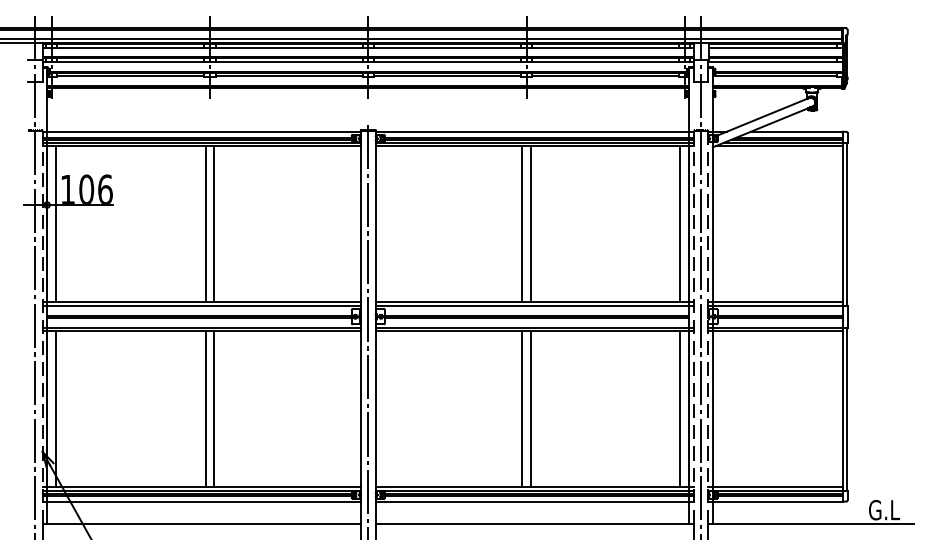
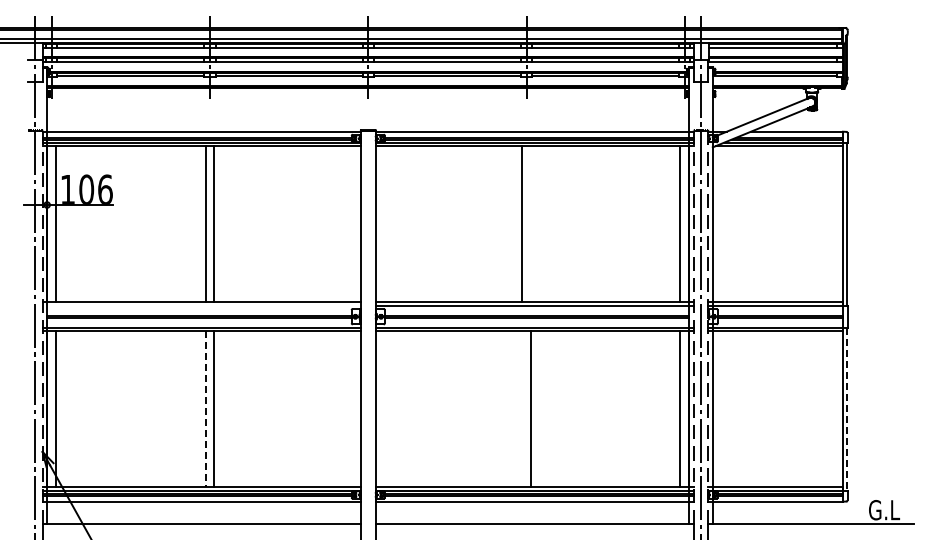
line at (530, 224): present -> none
line at (201, 305): present -> none
line at (368, 330): present -> none
line at (522, 408): present -> none
line at (205, 409): solid -> dashed
line at (847, 409): solid -> dashed
